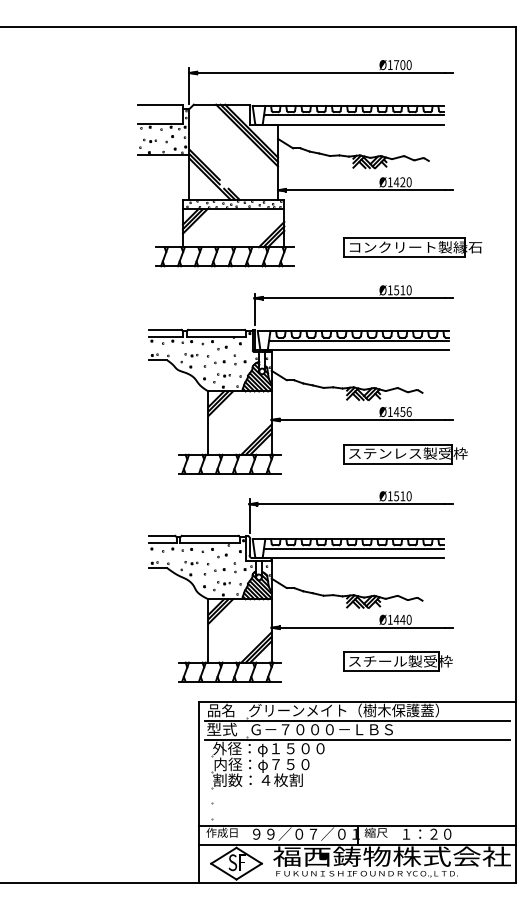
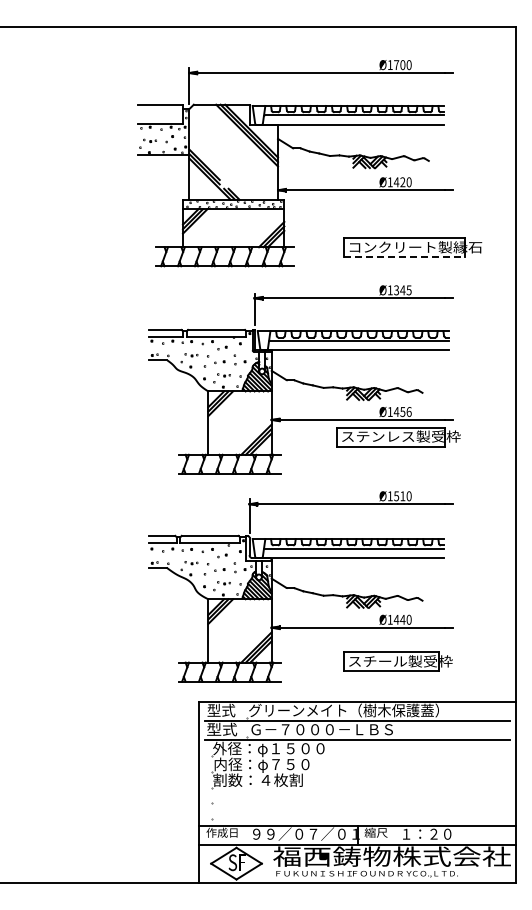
line at (404, 257): solid -> dashed
text at (402, 290): Ø1510 -> Ø1345
part at (405, 454) position: (405, 454) -> (398, 437)
text at (221, 710): 品名 -> 型式
